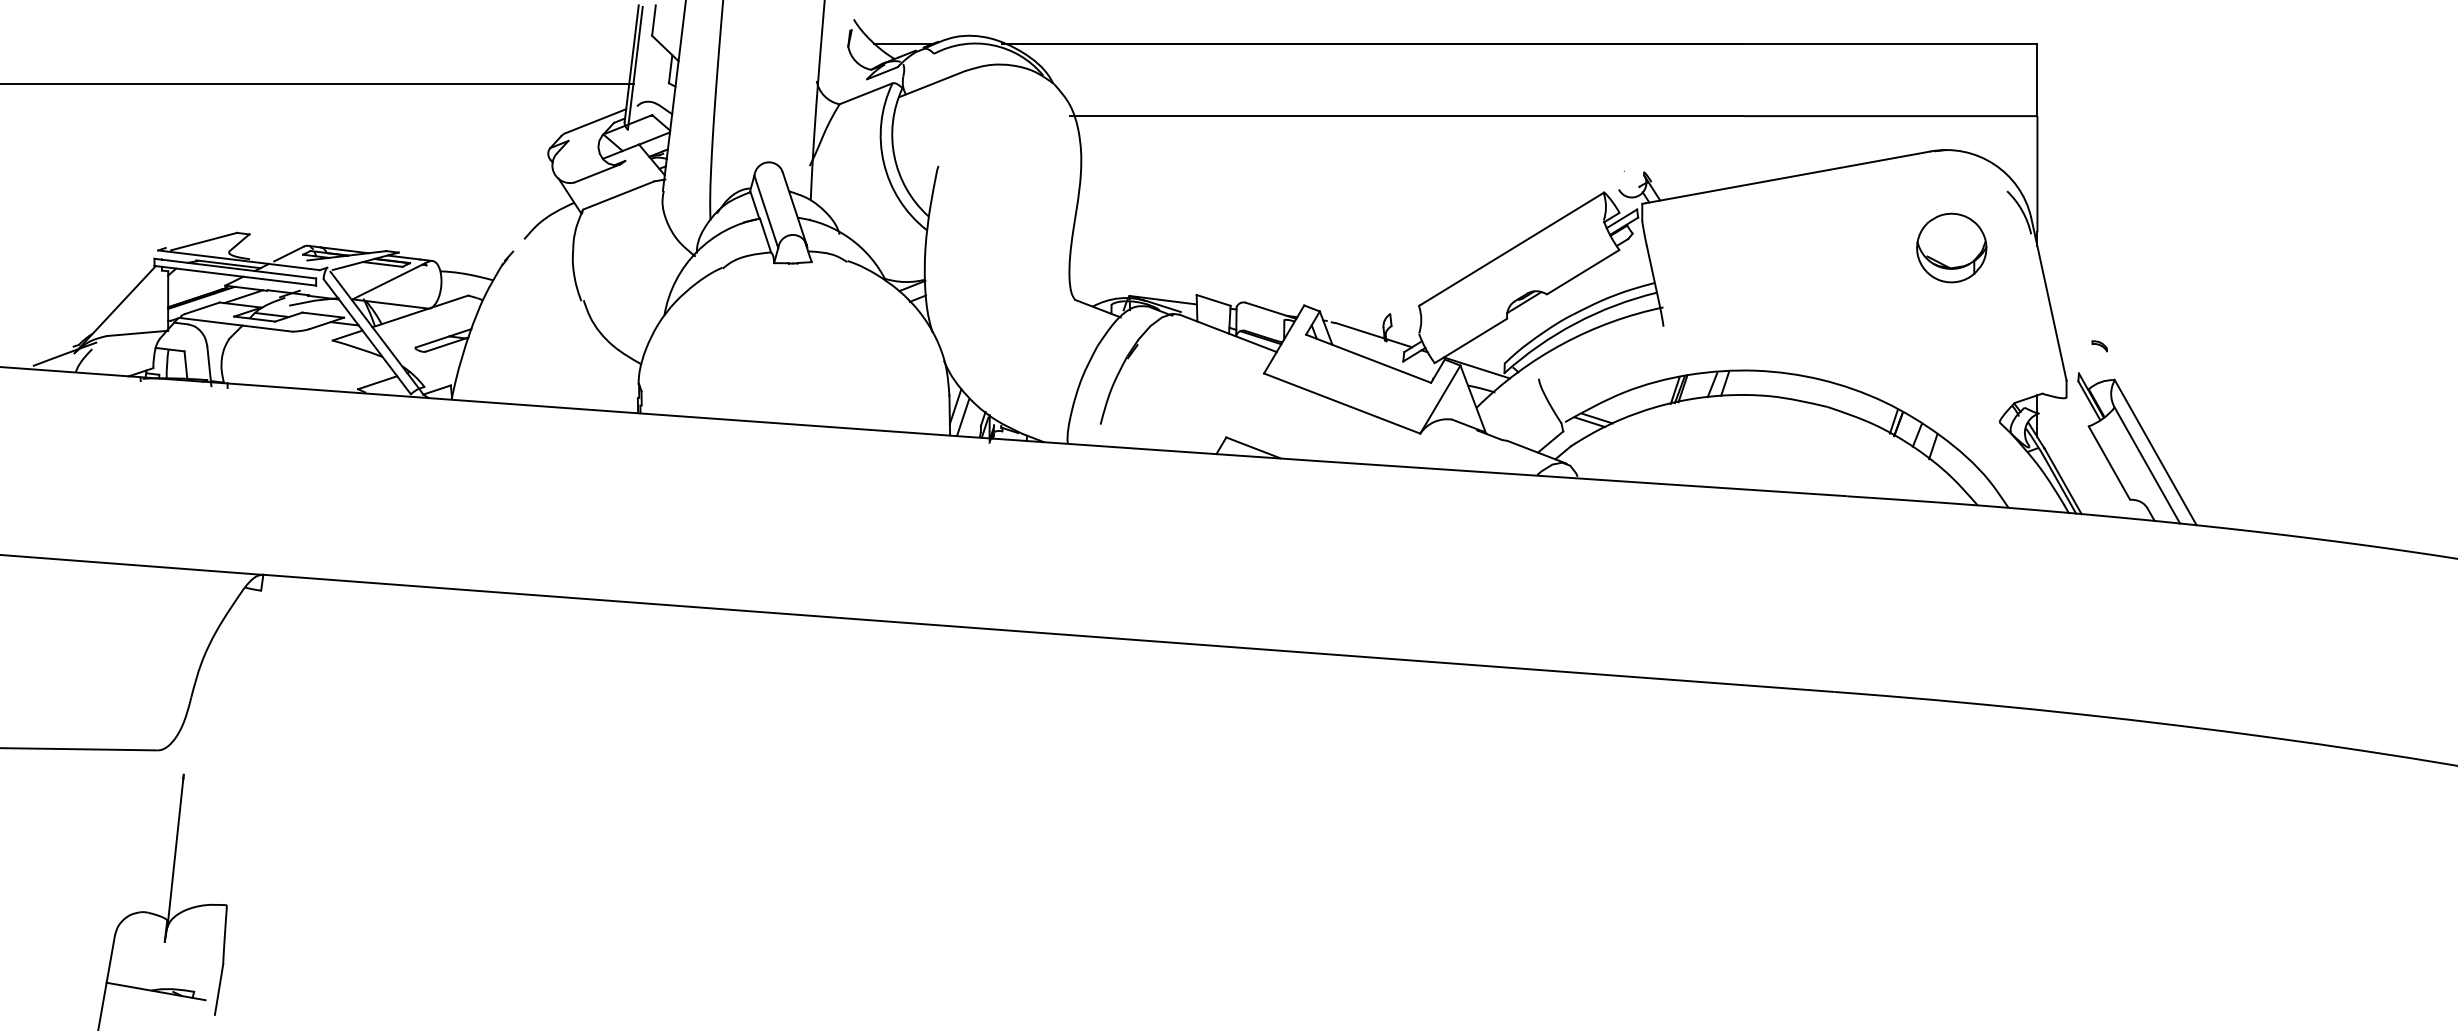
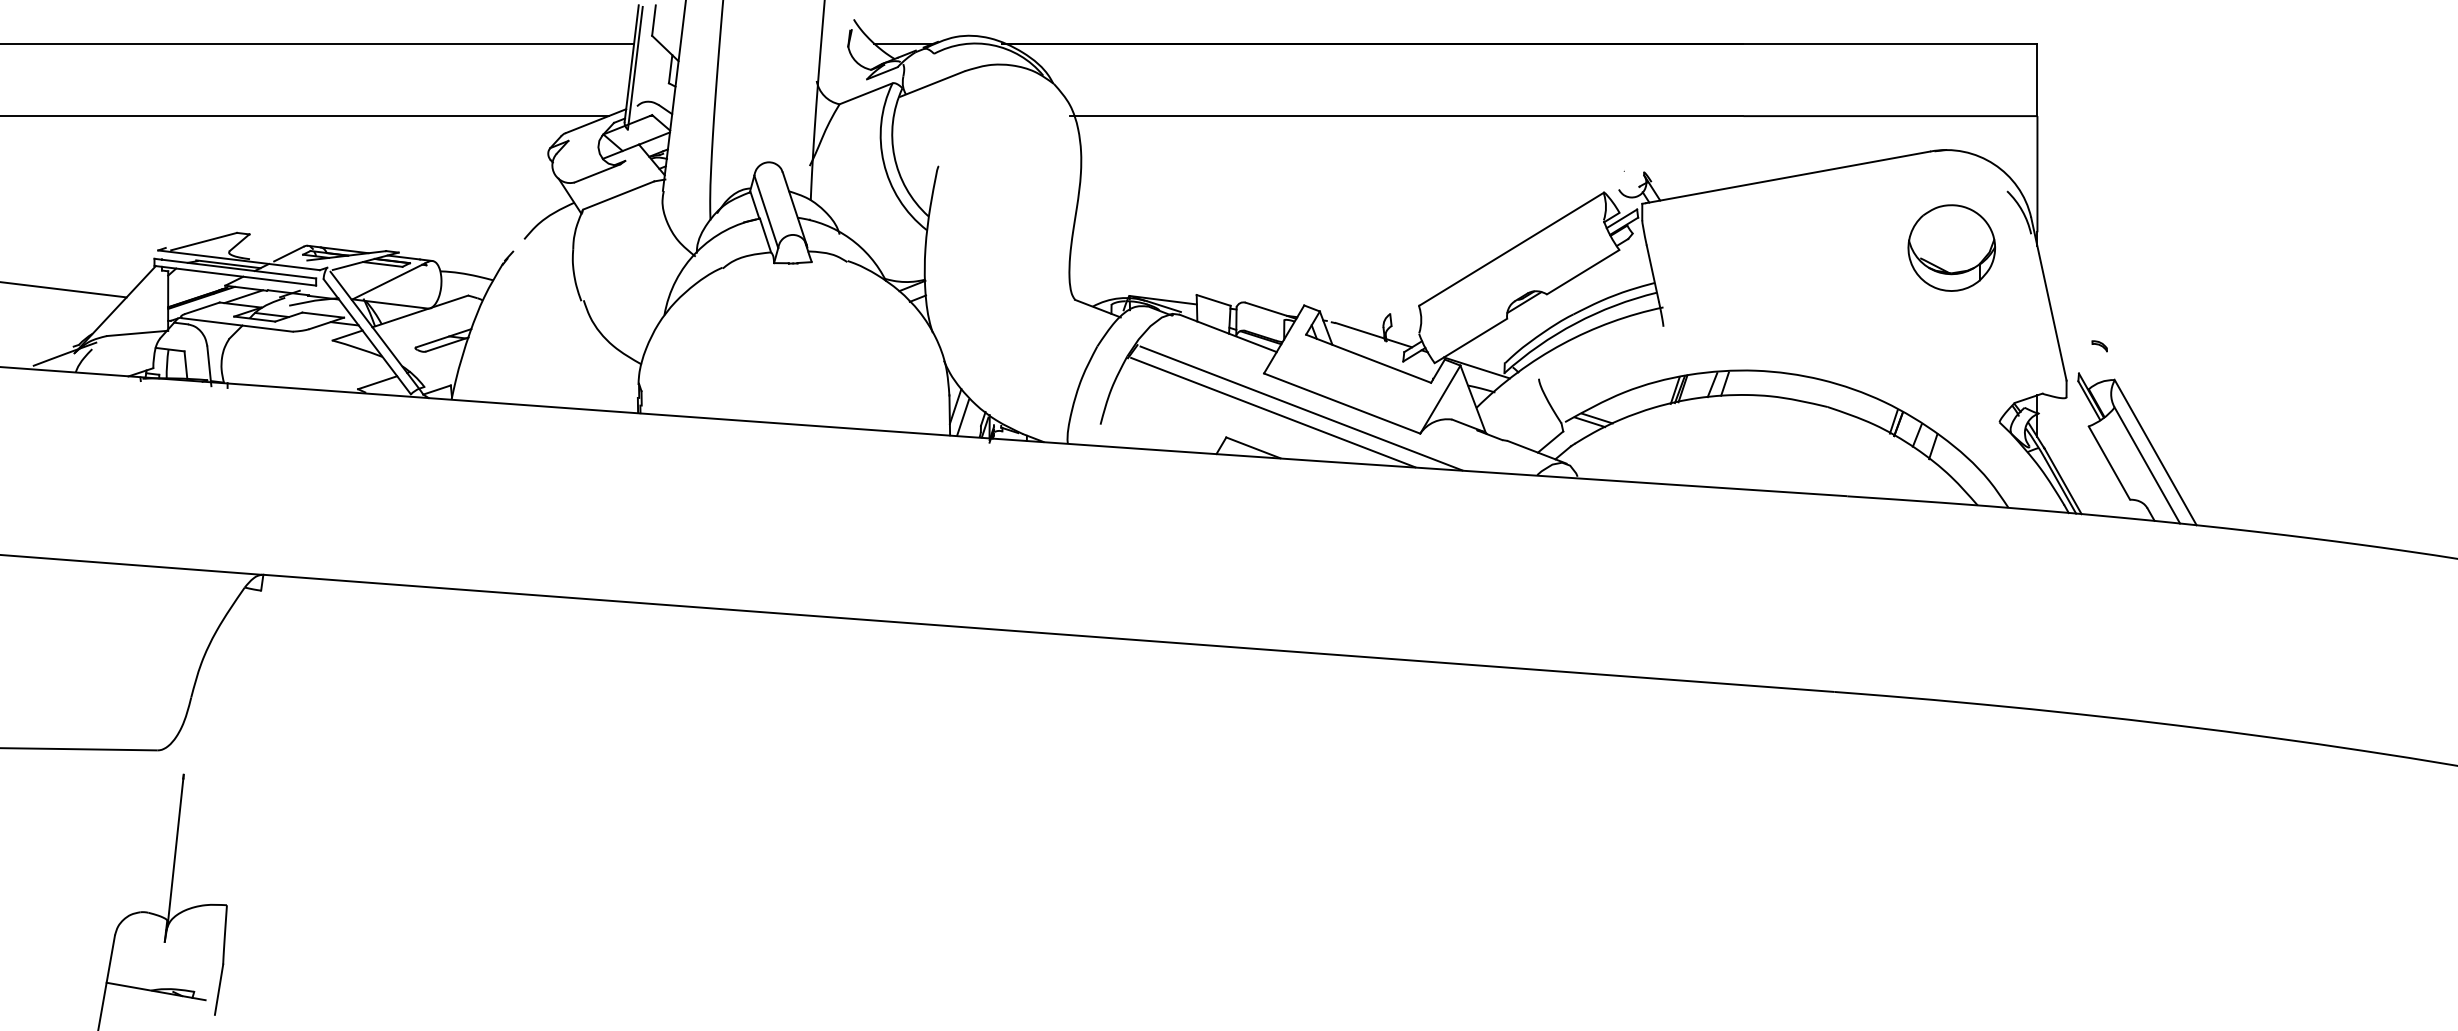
line at (318, 83) position: (318, 83) -> (318, 43)
line at (305, 116): none -> present
part at (1951, 247) size: 72x72 px -> 89x88 px
line at (64, 289): none -> present
line at (1301, 408): none -> present
line at (1273, 412): none -> present
